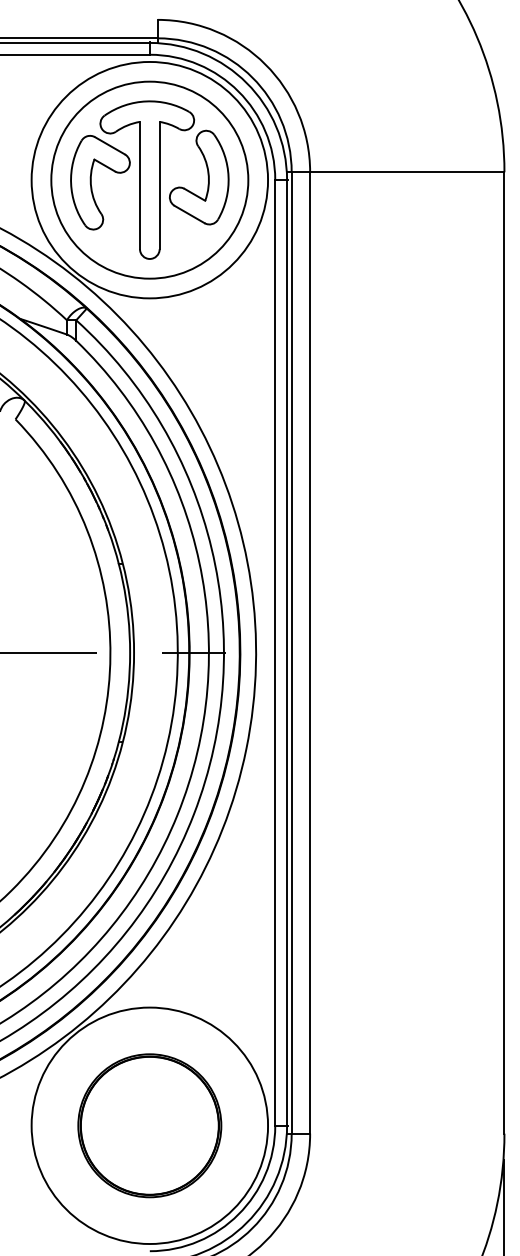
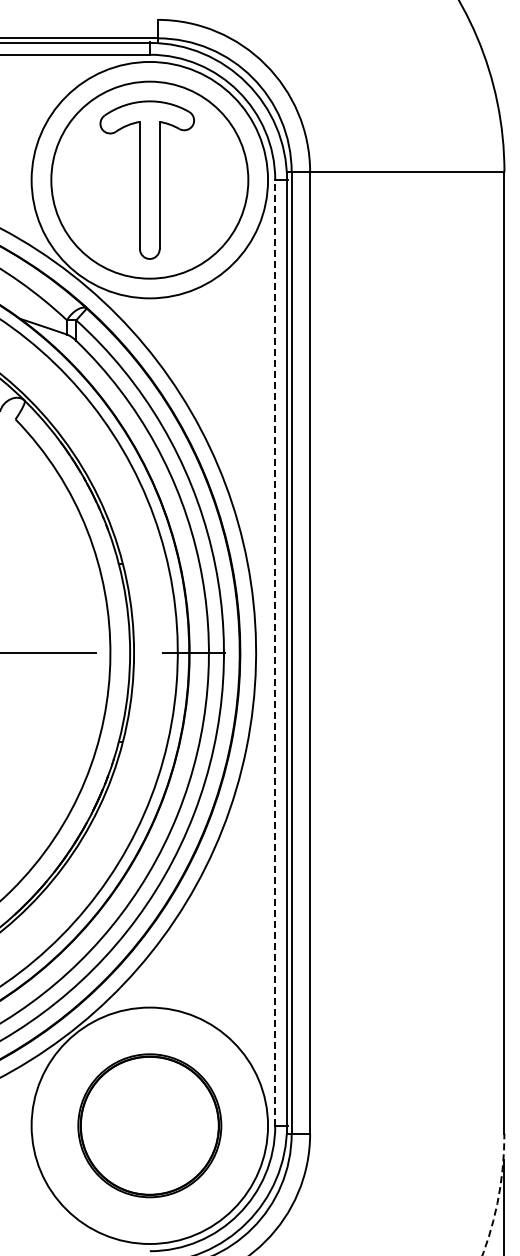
part at (207, 175): present -> none
part at (91, 182): present -> none
line at (275, 652): solid -> dashed
arc at (498, 1196): solid -> dashed
